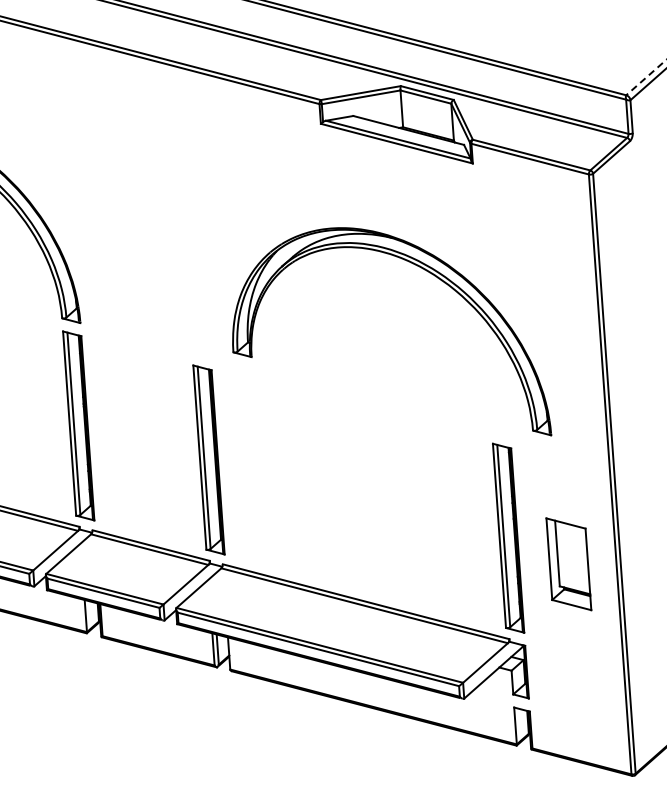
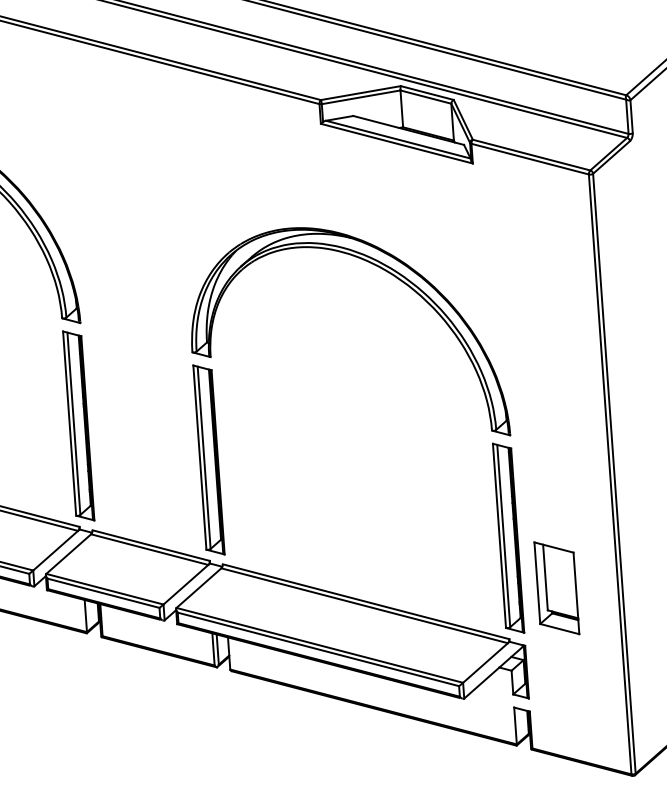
line at (646, 77): dashed -> solid
part at (429, 273) position: (429, 273) -> (388, 273)
part at (568, 564) position: (568, 564) -> (556, 588)
